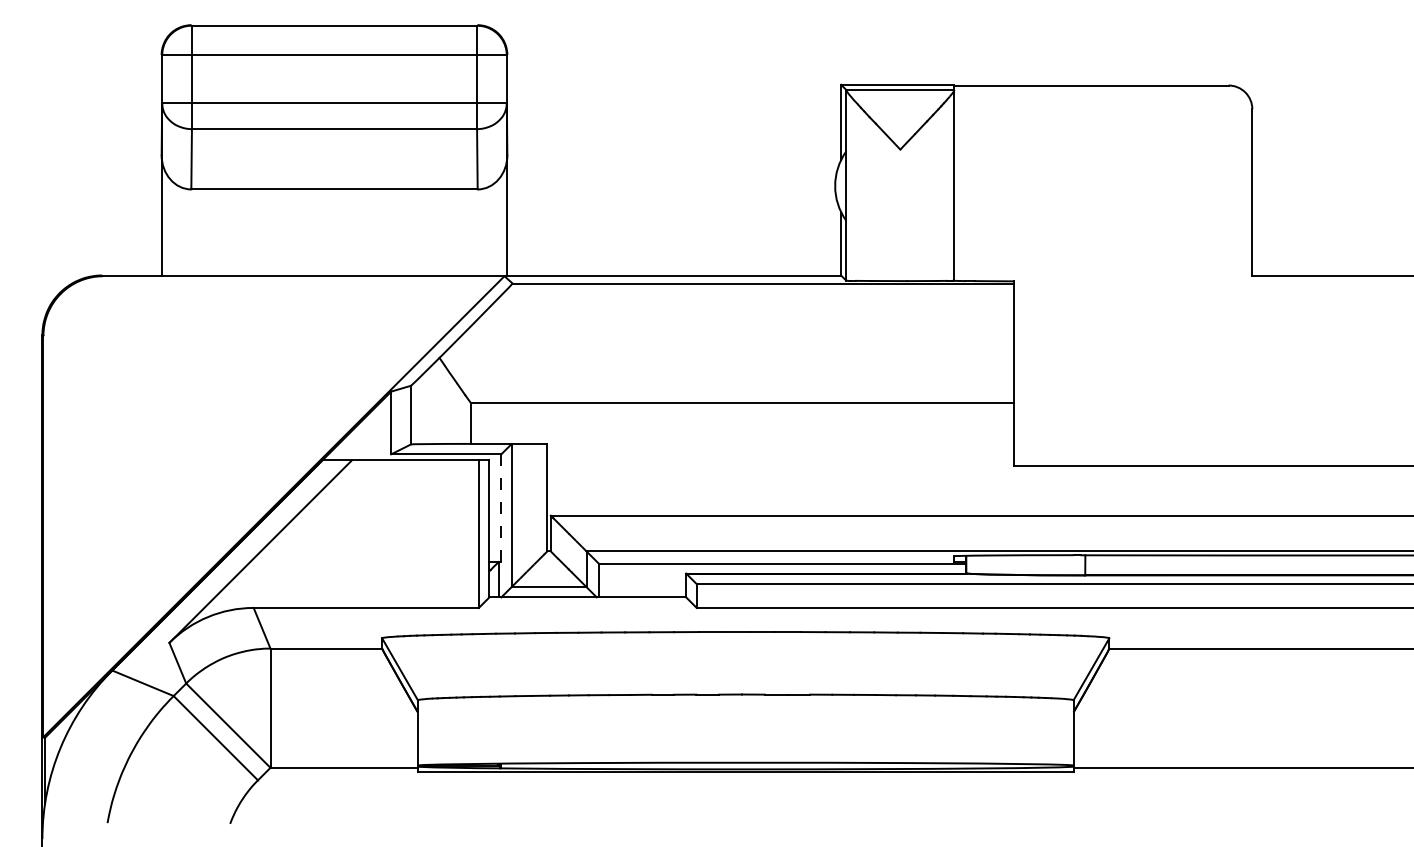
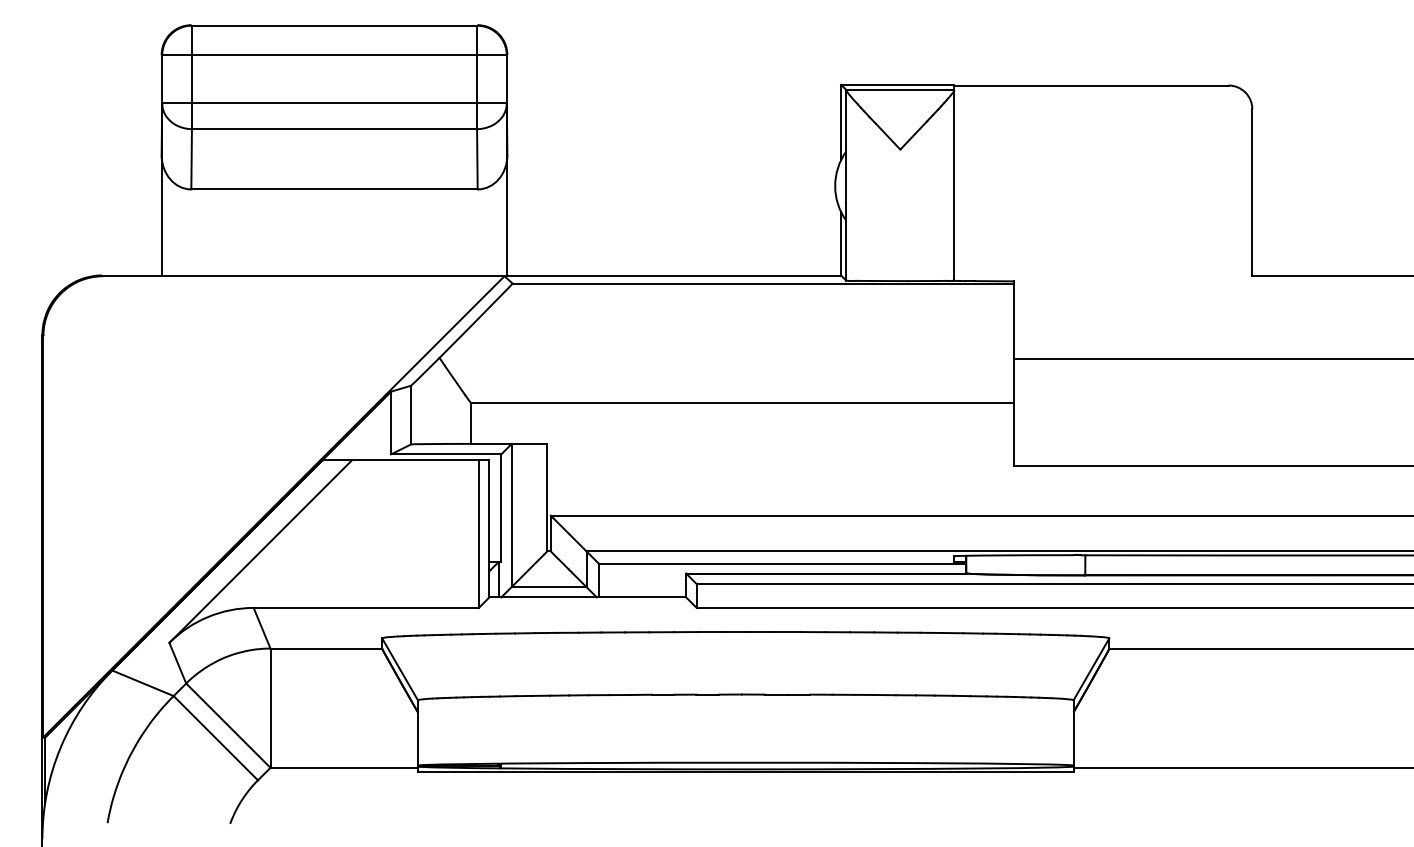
line at (1211, 358): none -> present
line at (501, 507): dashed -> solid
